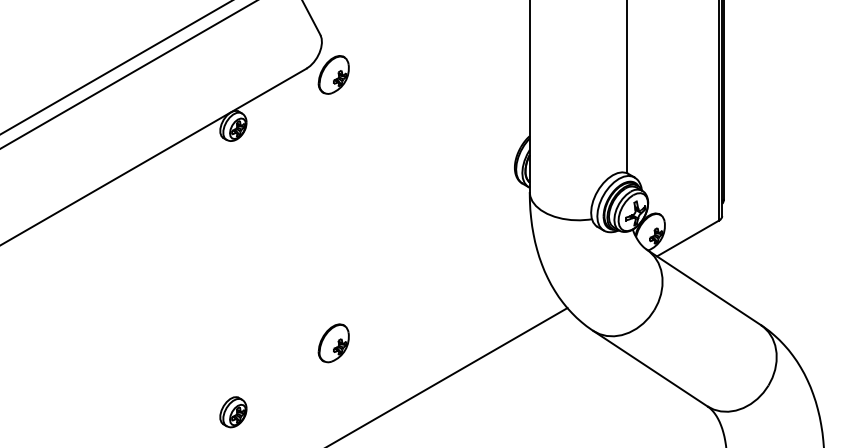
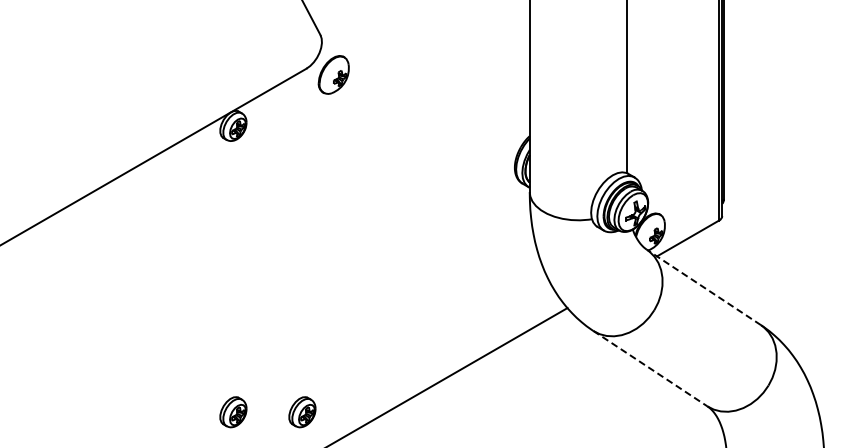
line at (115, 67): present -> none
line at (128, 74): present -> none
line at (703, 287): solid -> dashed
part at (333, 343): present -> none
line at (650, 368): solid -> dashed
part at (302, 412): none -> present
